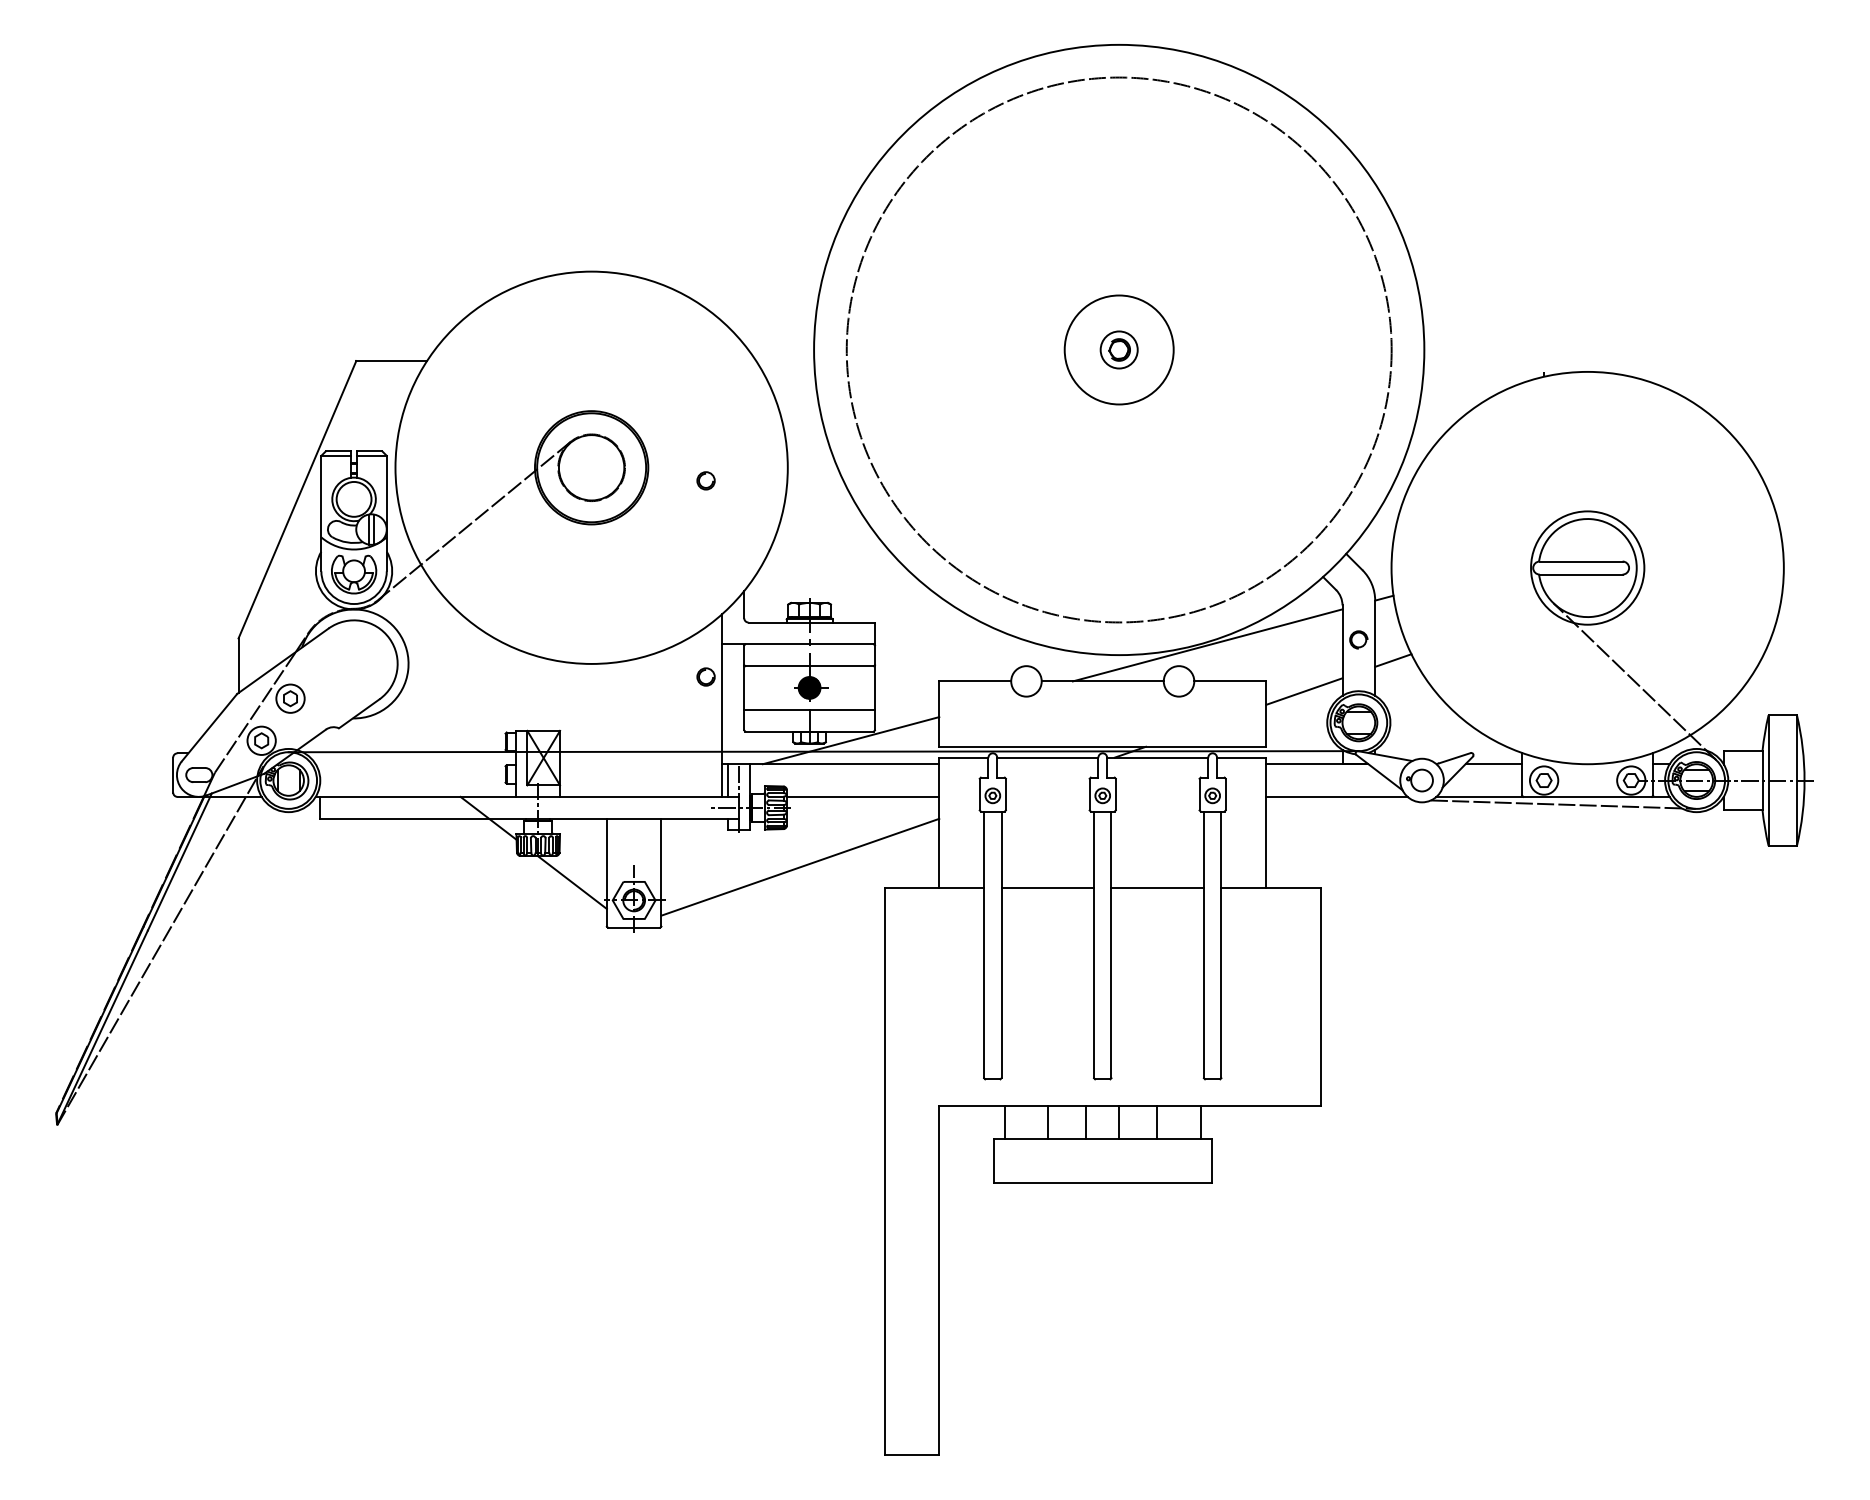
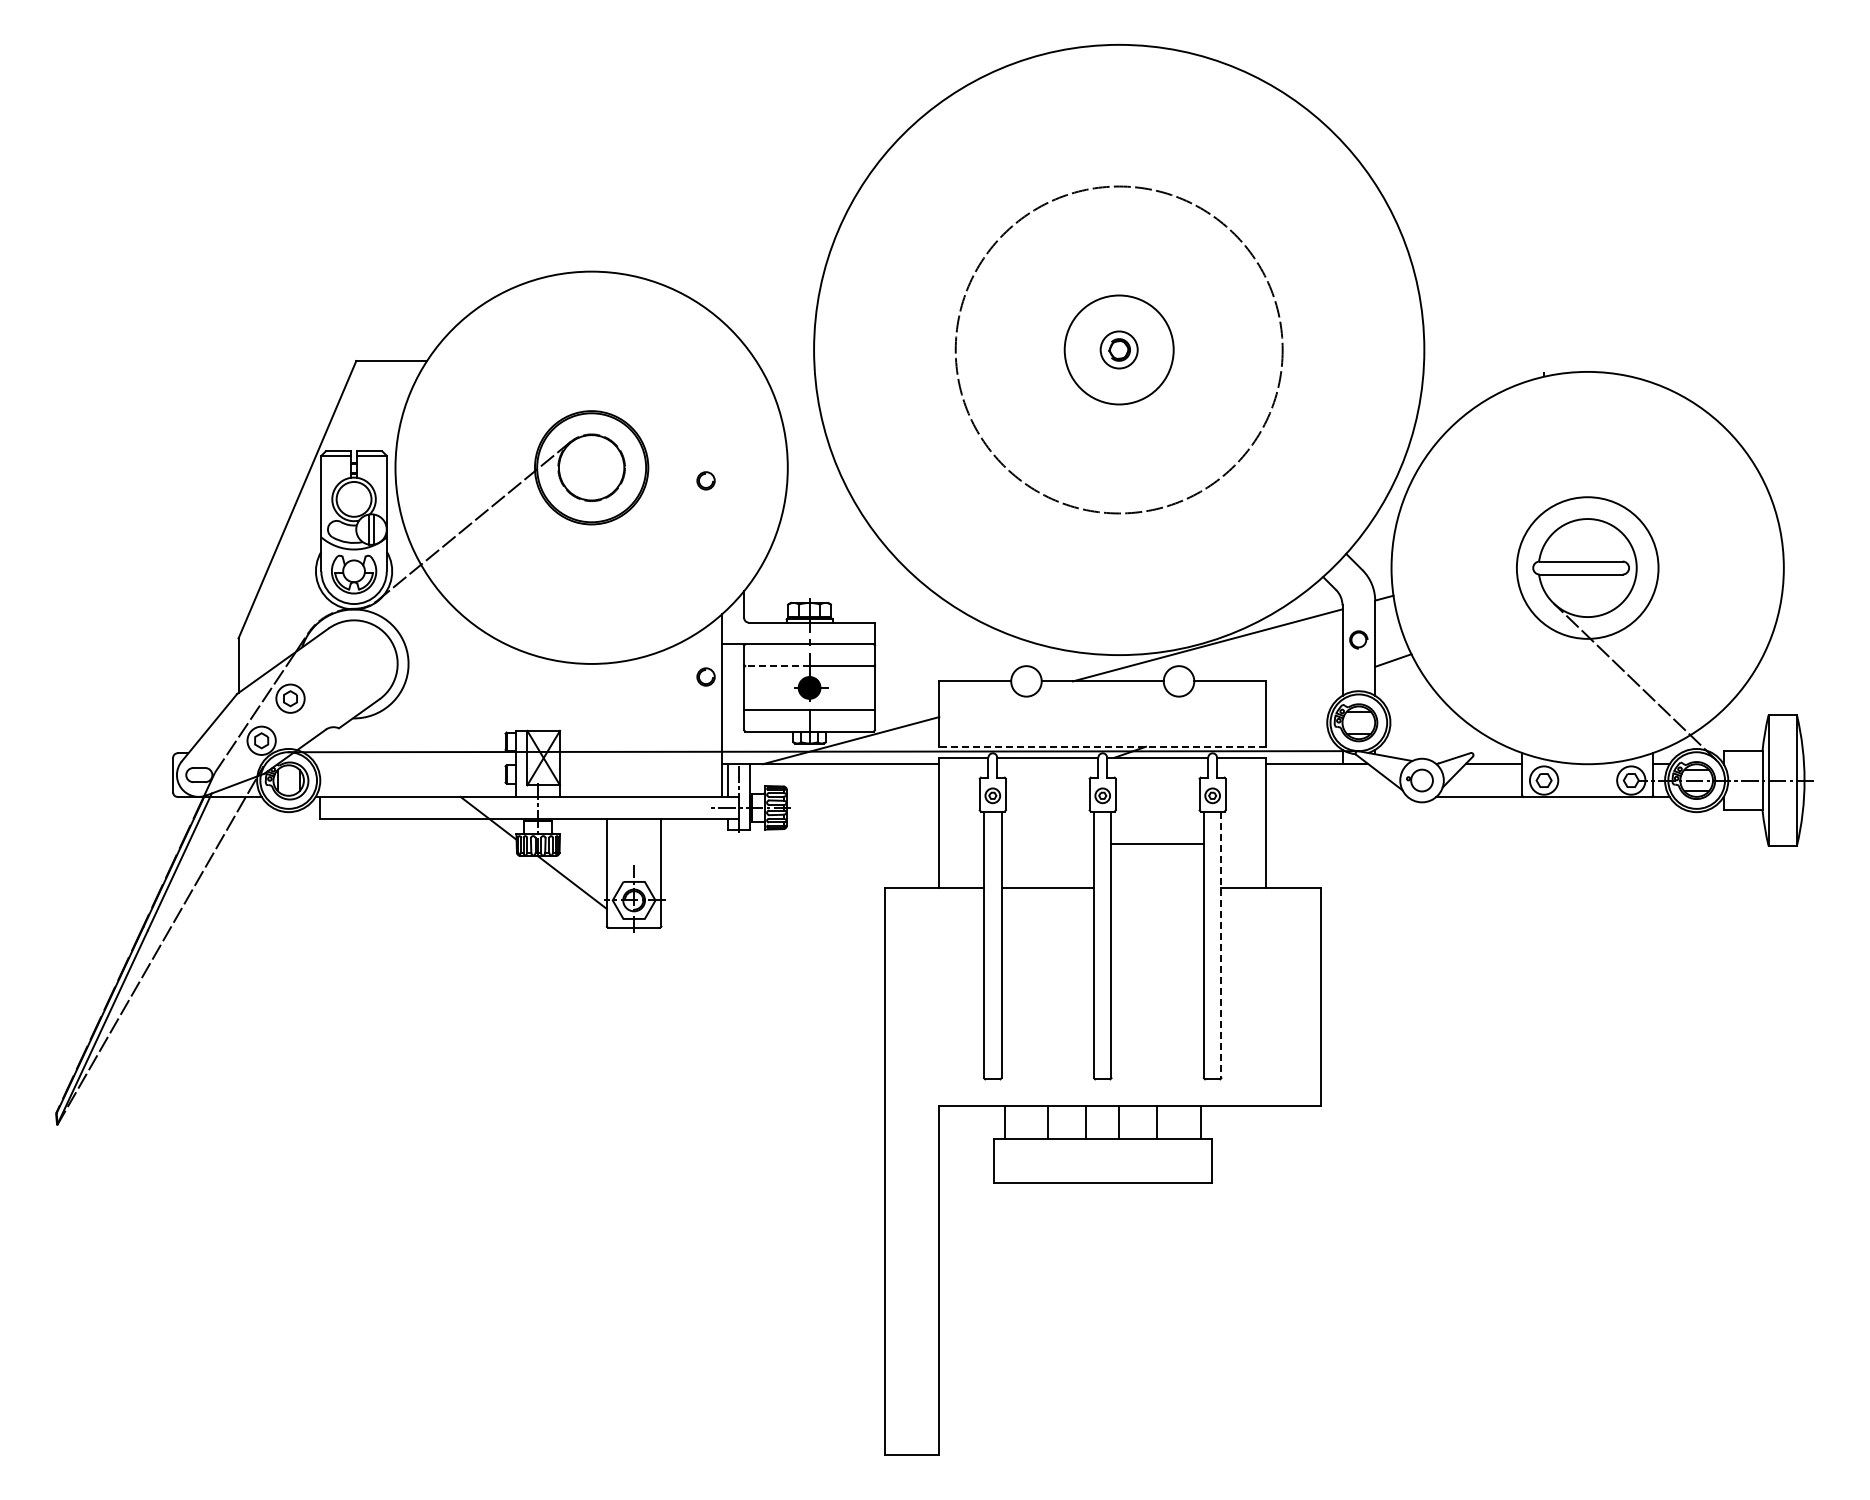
circle at (1118, 349) diameter: 545 px -> 327 px
circle at (1587, 567) diameter: 113 px -> 142 px
line at (776, 666): solid -> dashed
line at (1304, 691): present -> none
line at (1102, 746): solid -> dashed
line at (862, 796): present -> none
line at (1336, 796): present -> none
line at (1562, 804): present -> none
line at (800, 866): present -> none
line at (1157, 888) position: (1157, 888) -> (1157, 844)
line at (1221, 945): solid -> dashed
